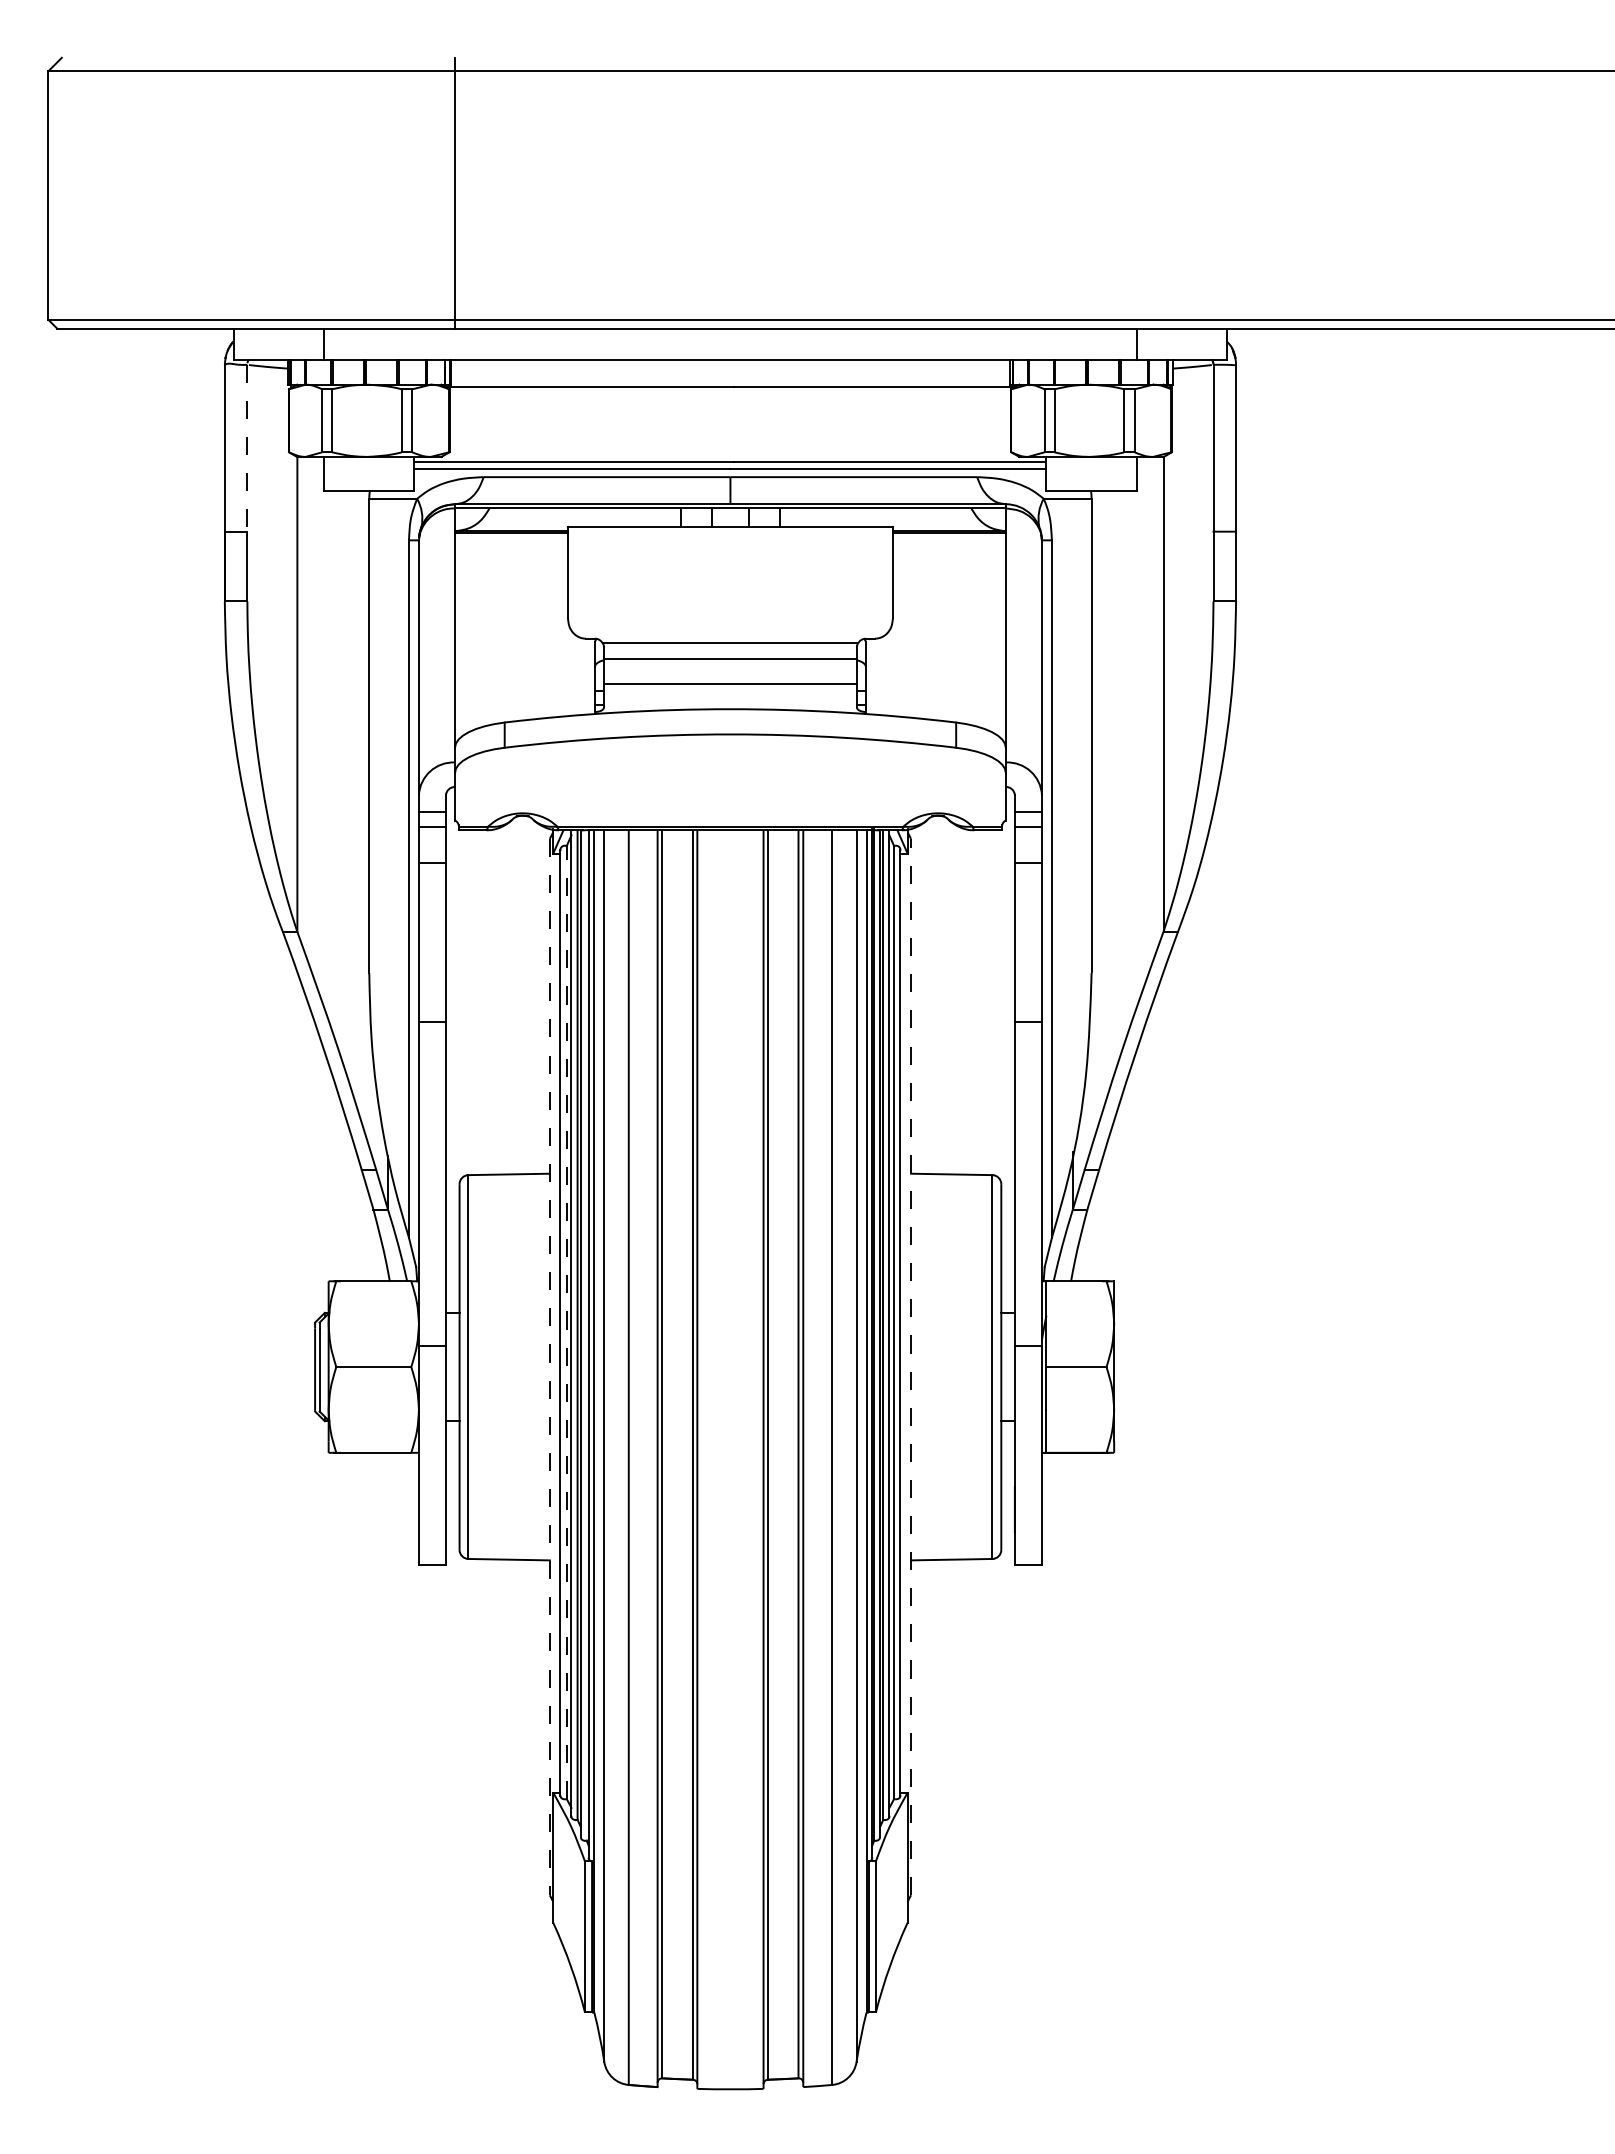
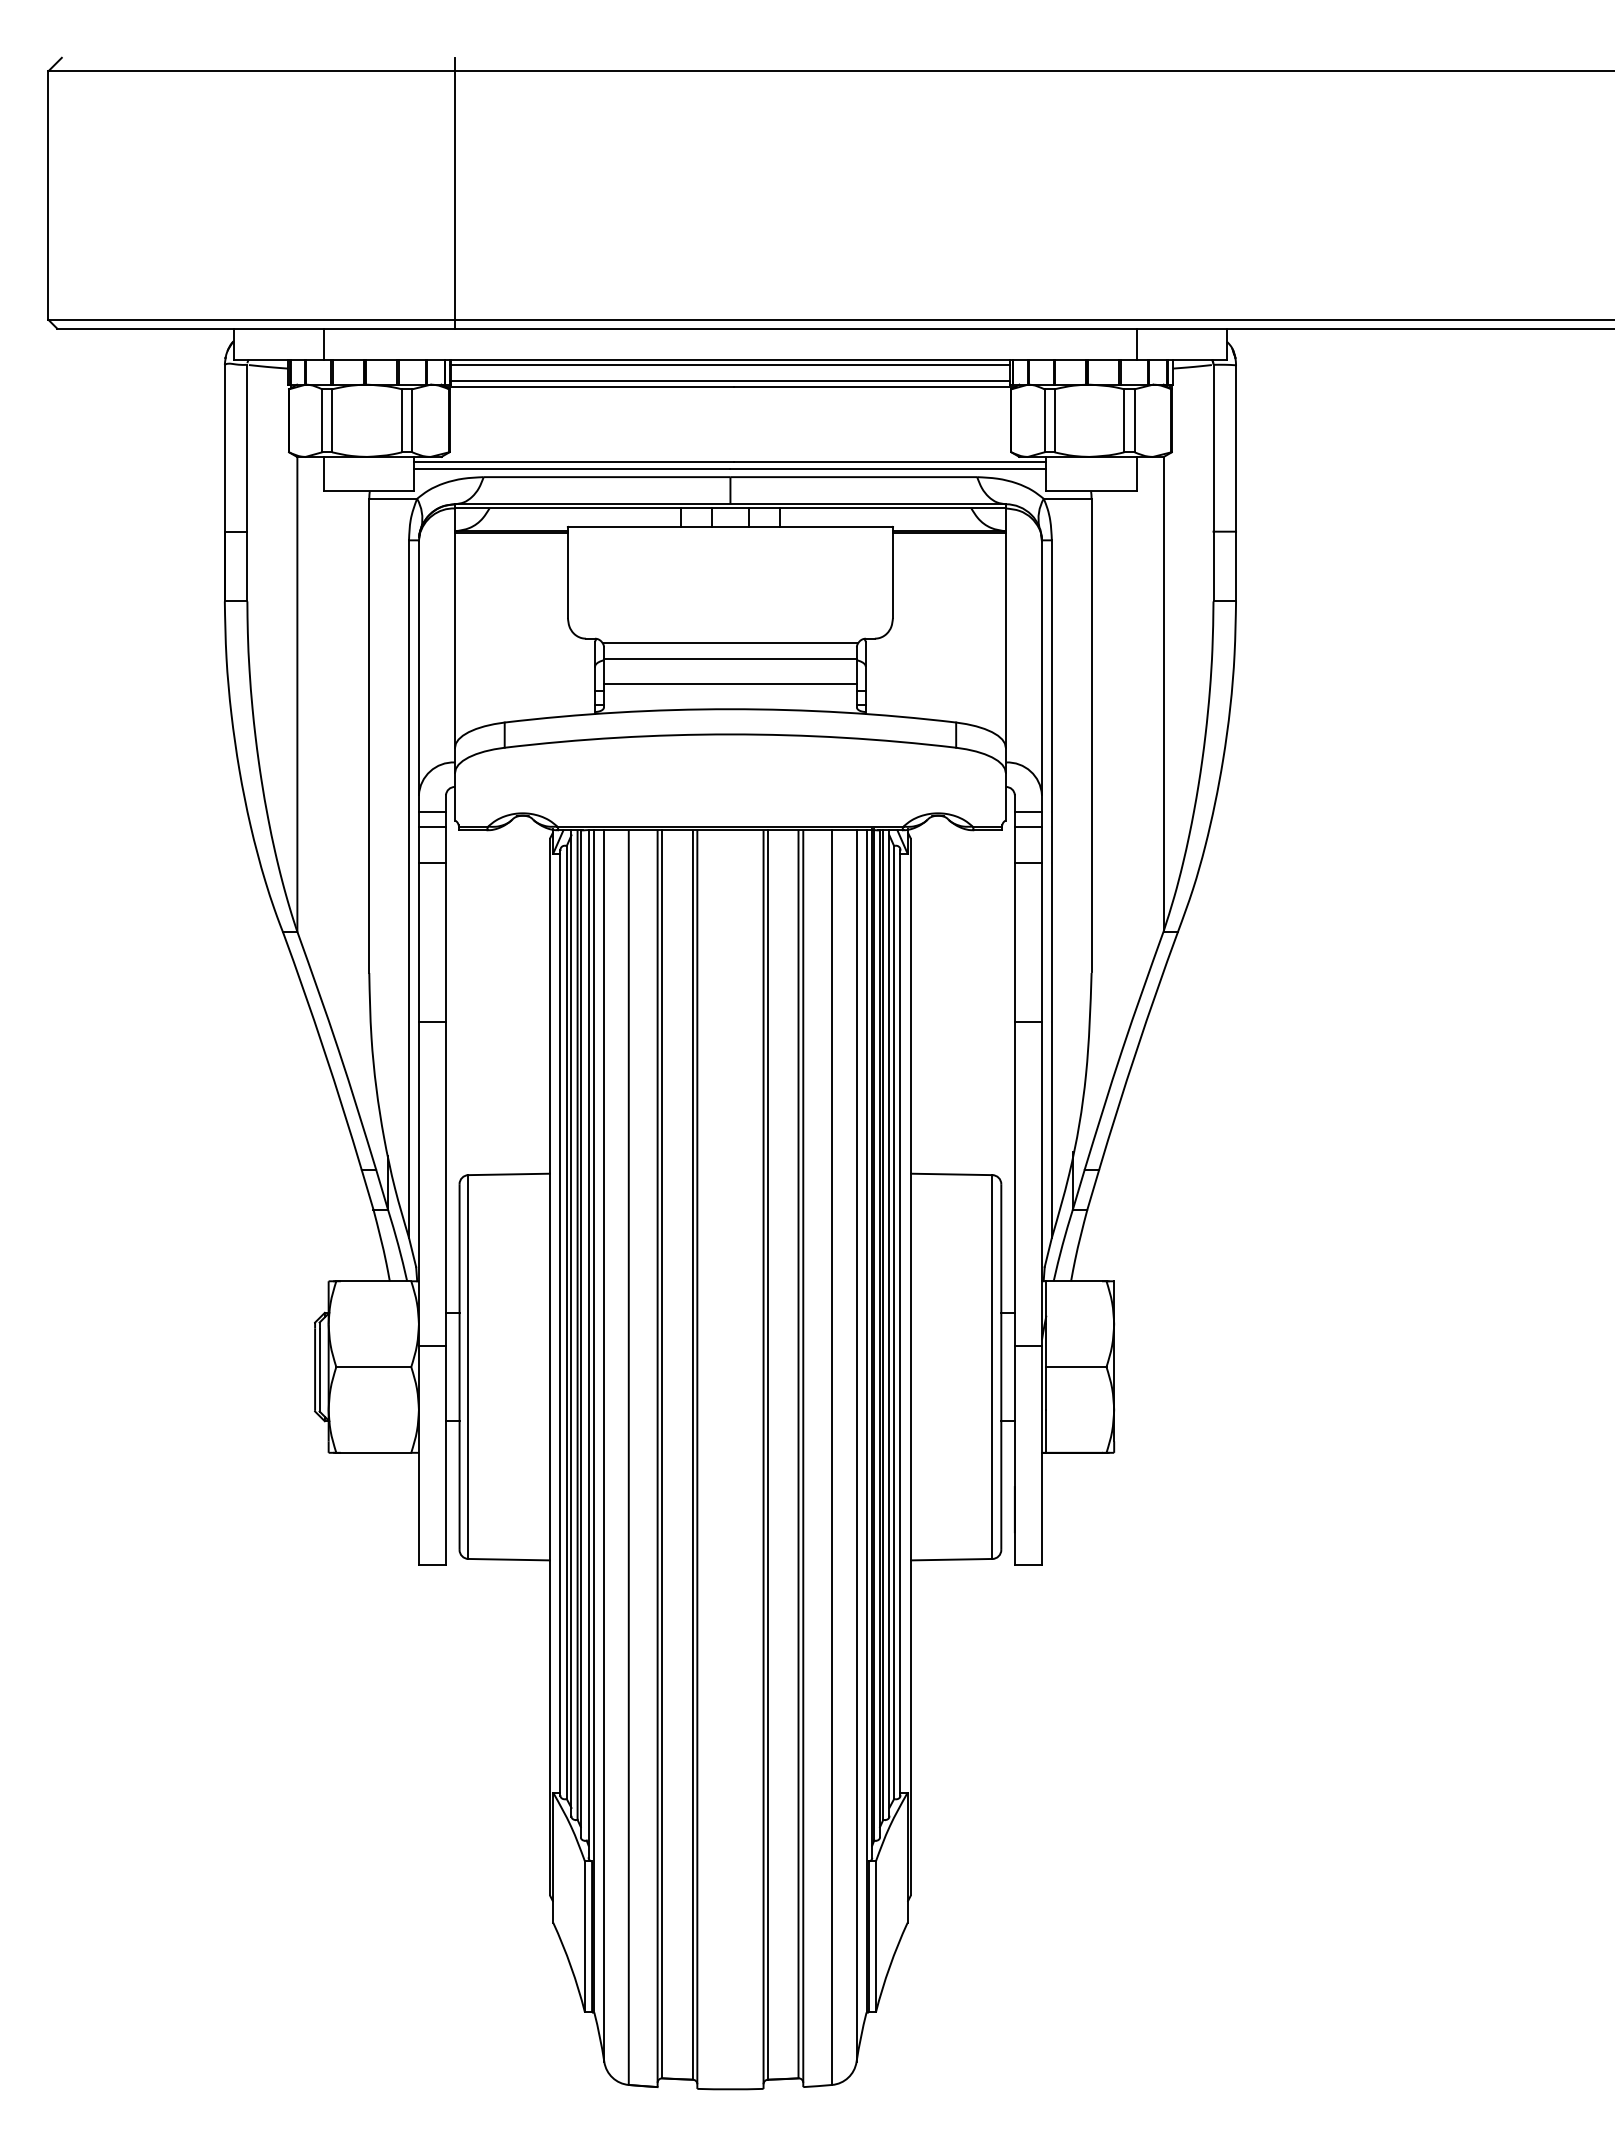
line at (730, 365): none -> present
line at (730, 380): none -> present
line at (247, 448): dashed -> solid
line at (566, 1322): dashed -> solid
line at (911, 1366): dashed -> solid
line at (549, 1367): dashed -> solid
